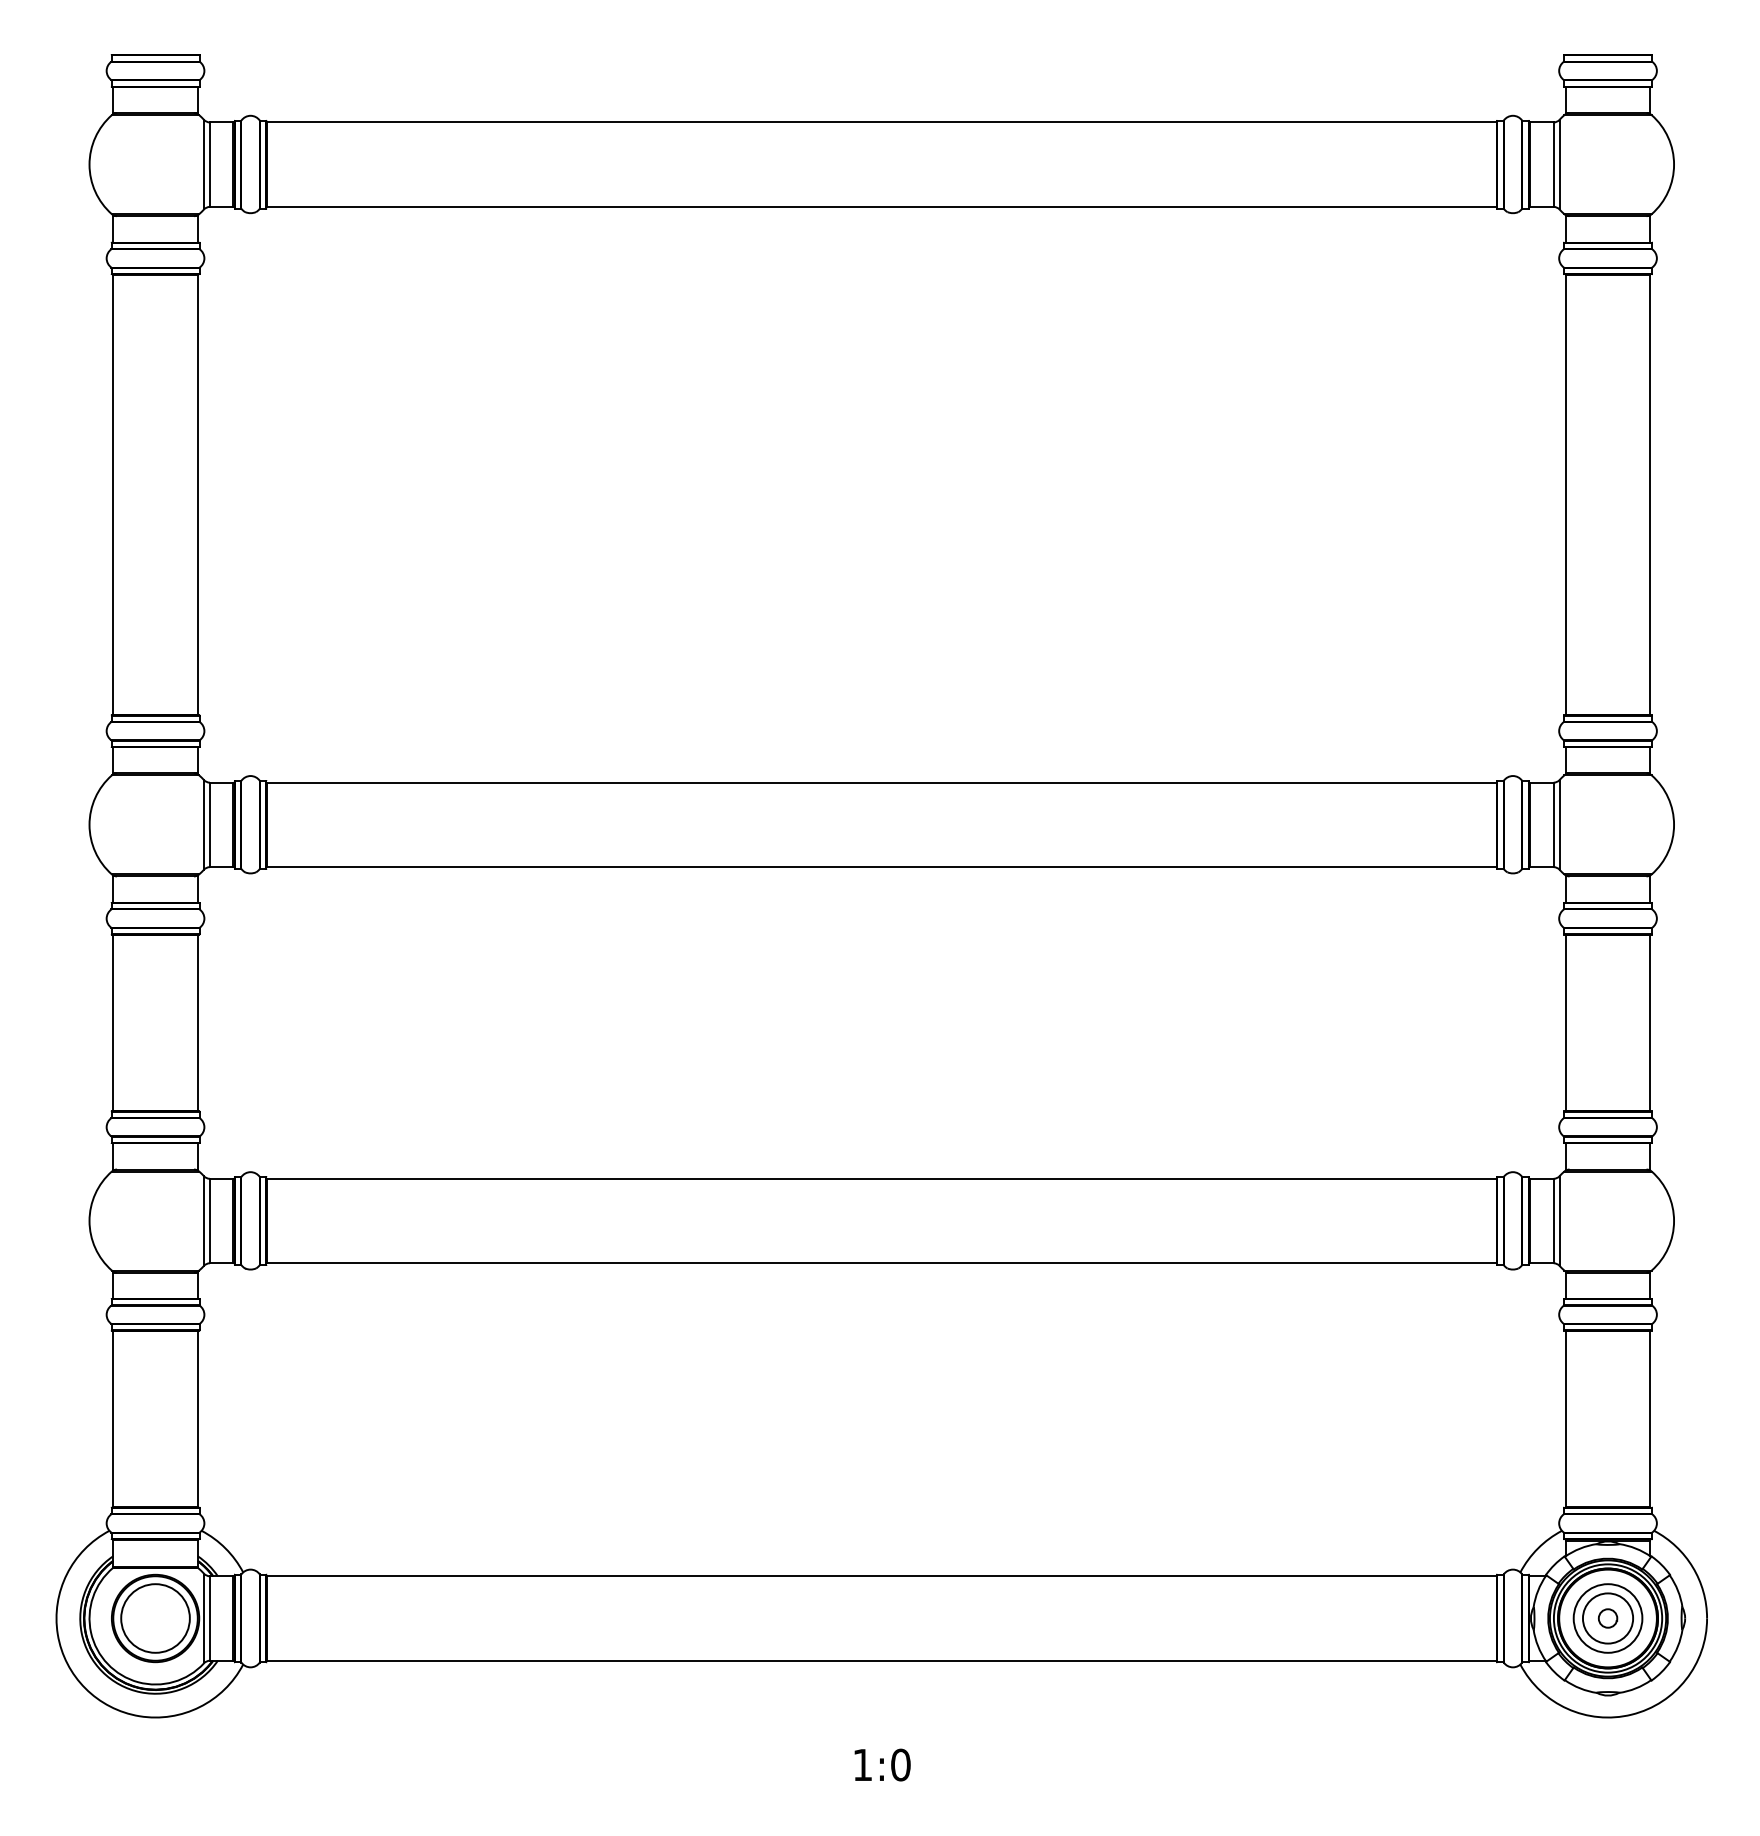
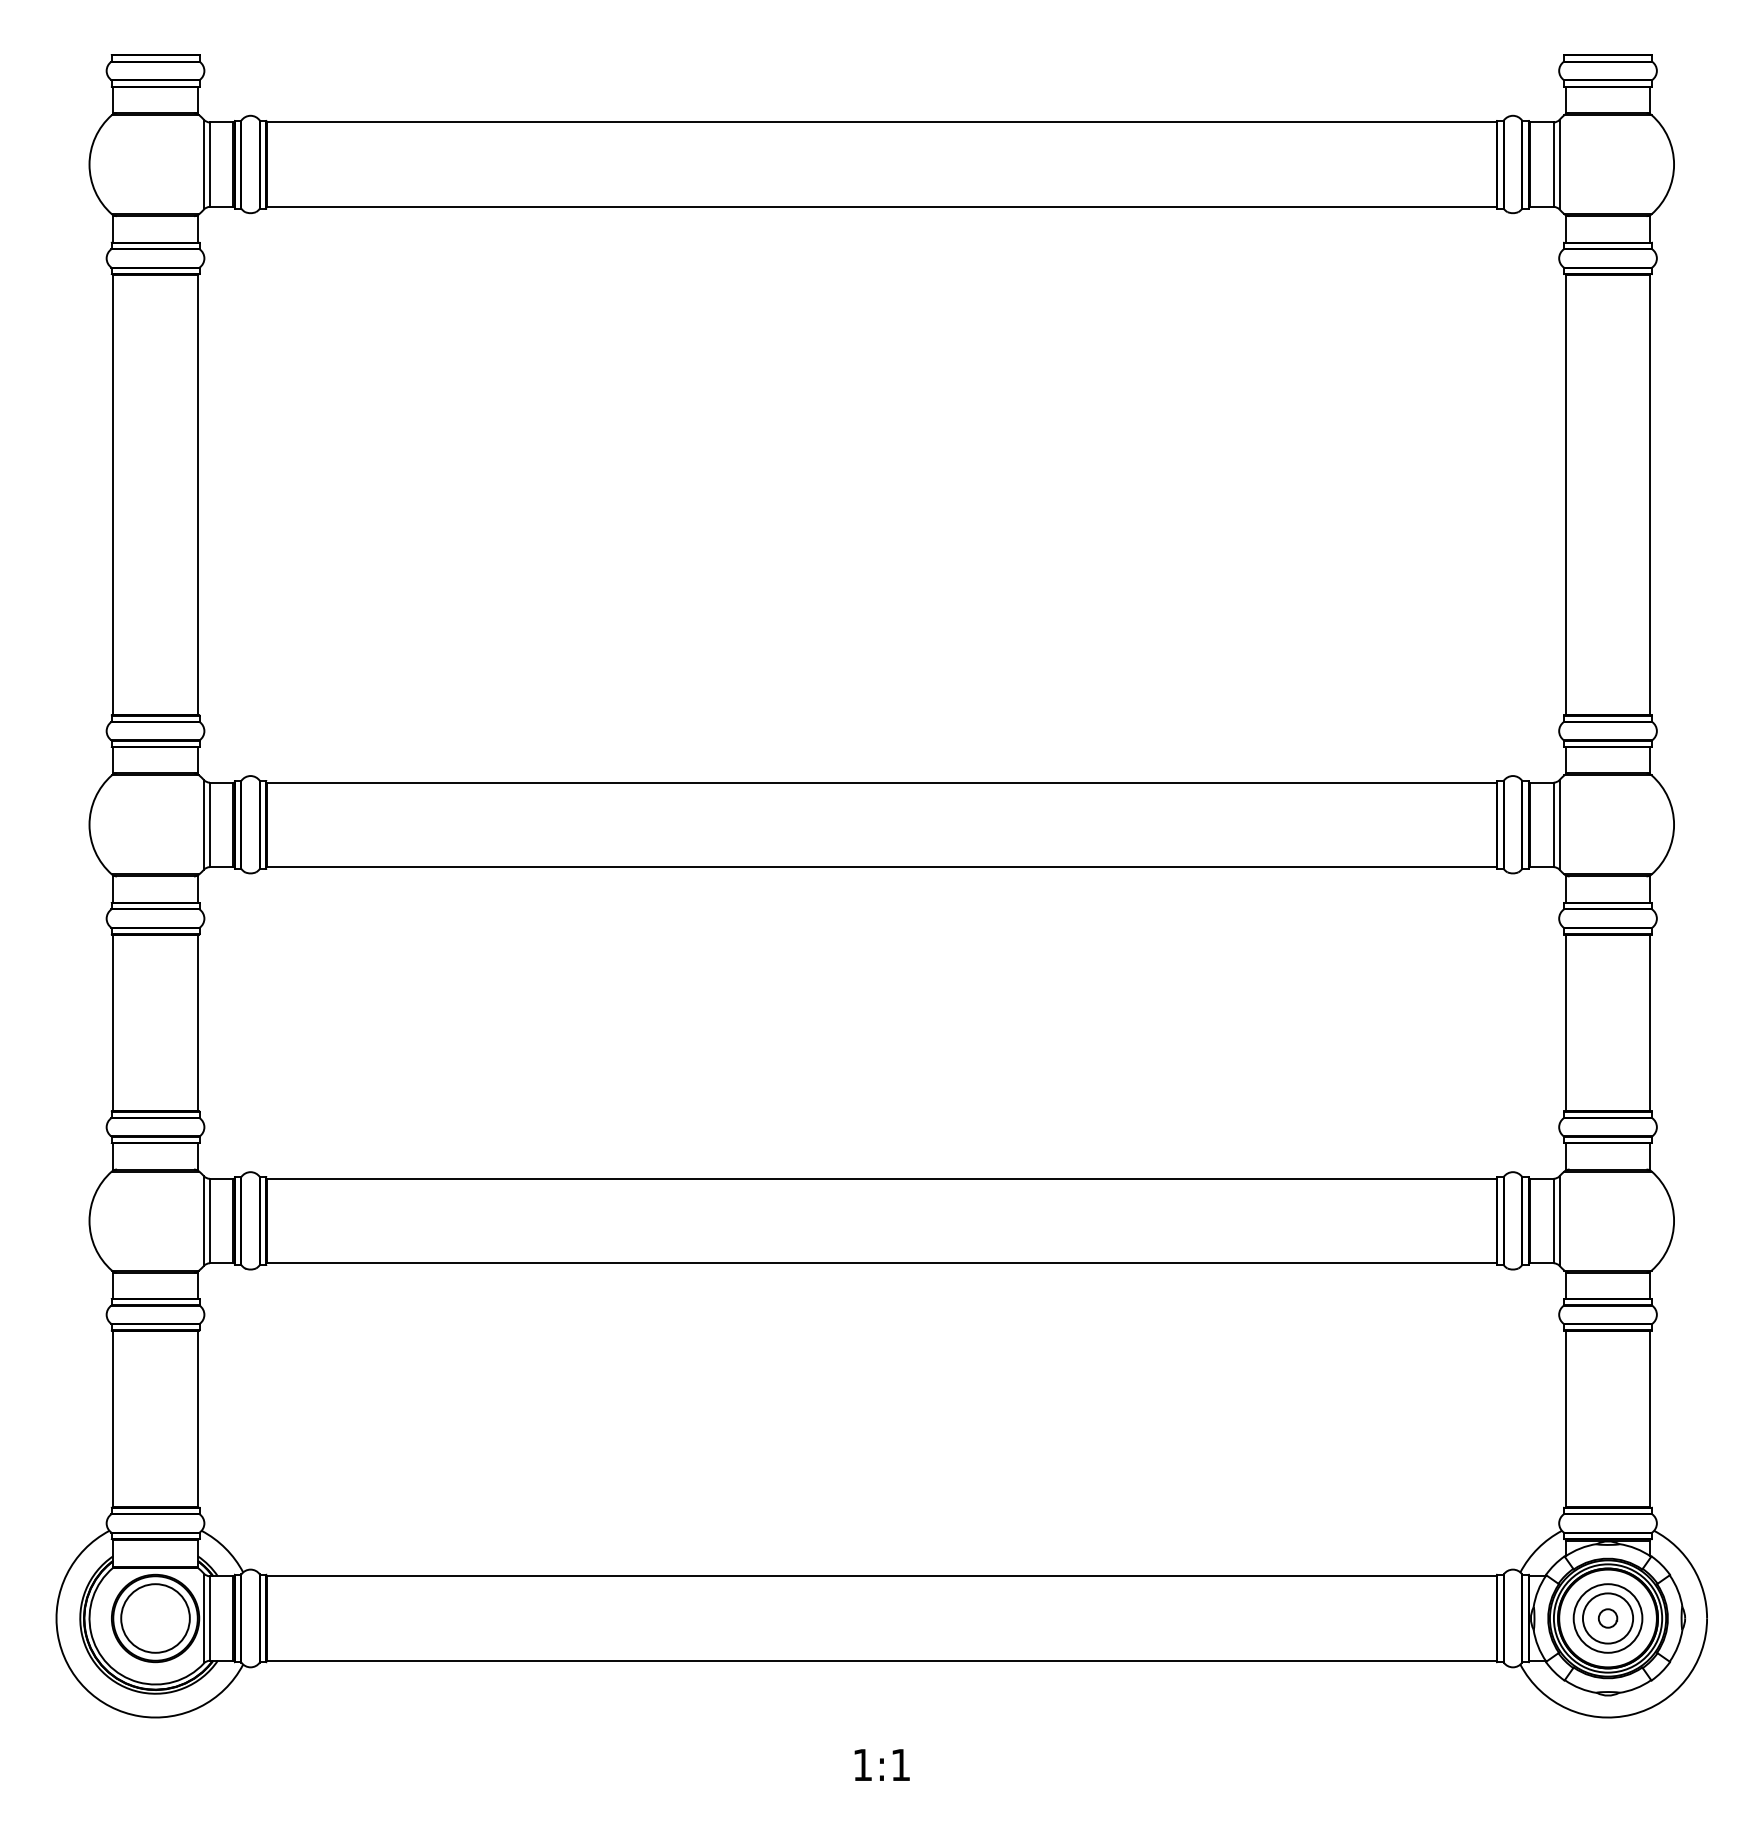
text at (900, 1764): 1:0 -> 1:1
